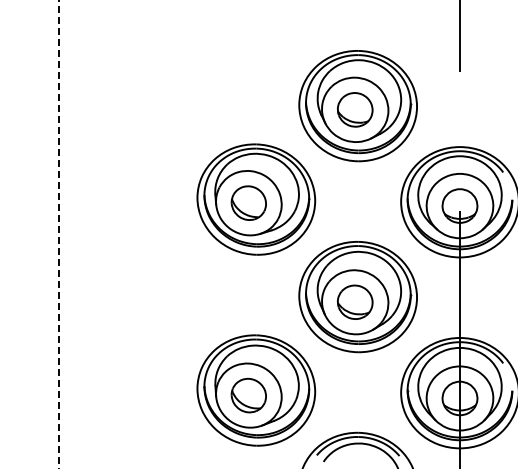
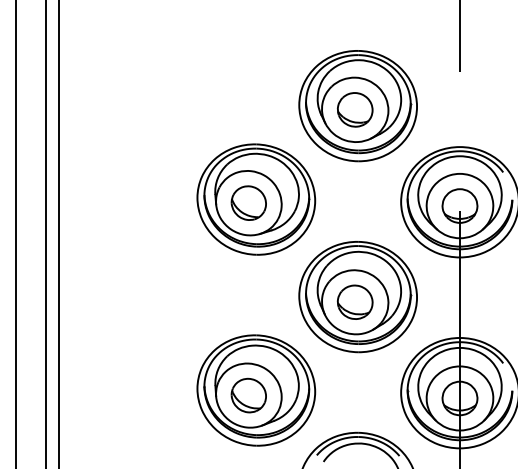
line at (15, 233): none -> present
line at (45, 233): none -> present
line at (58, 234): dashed -> solid
